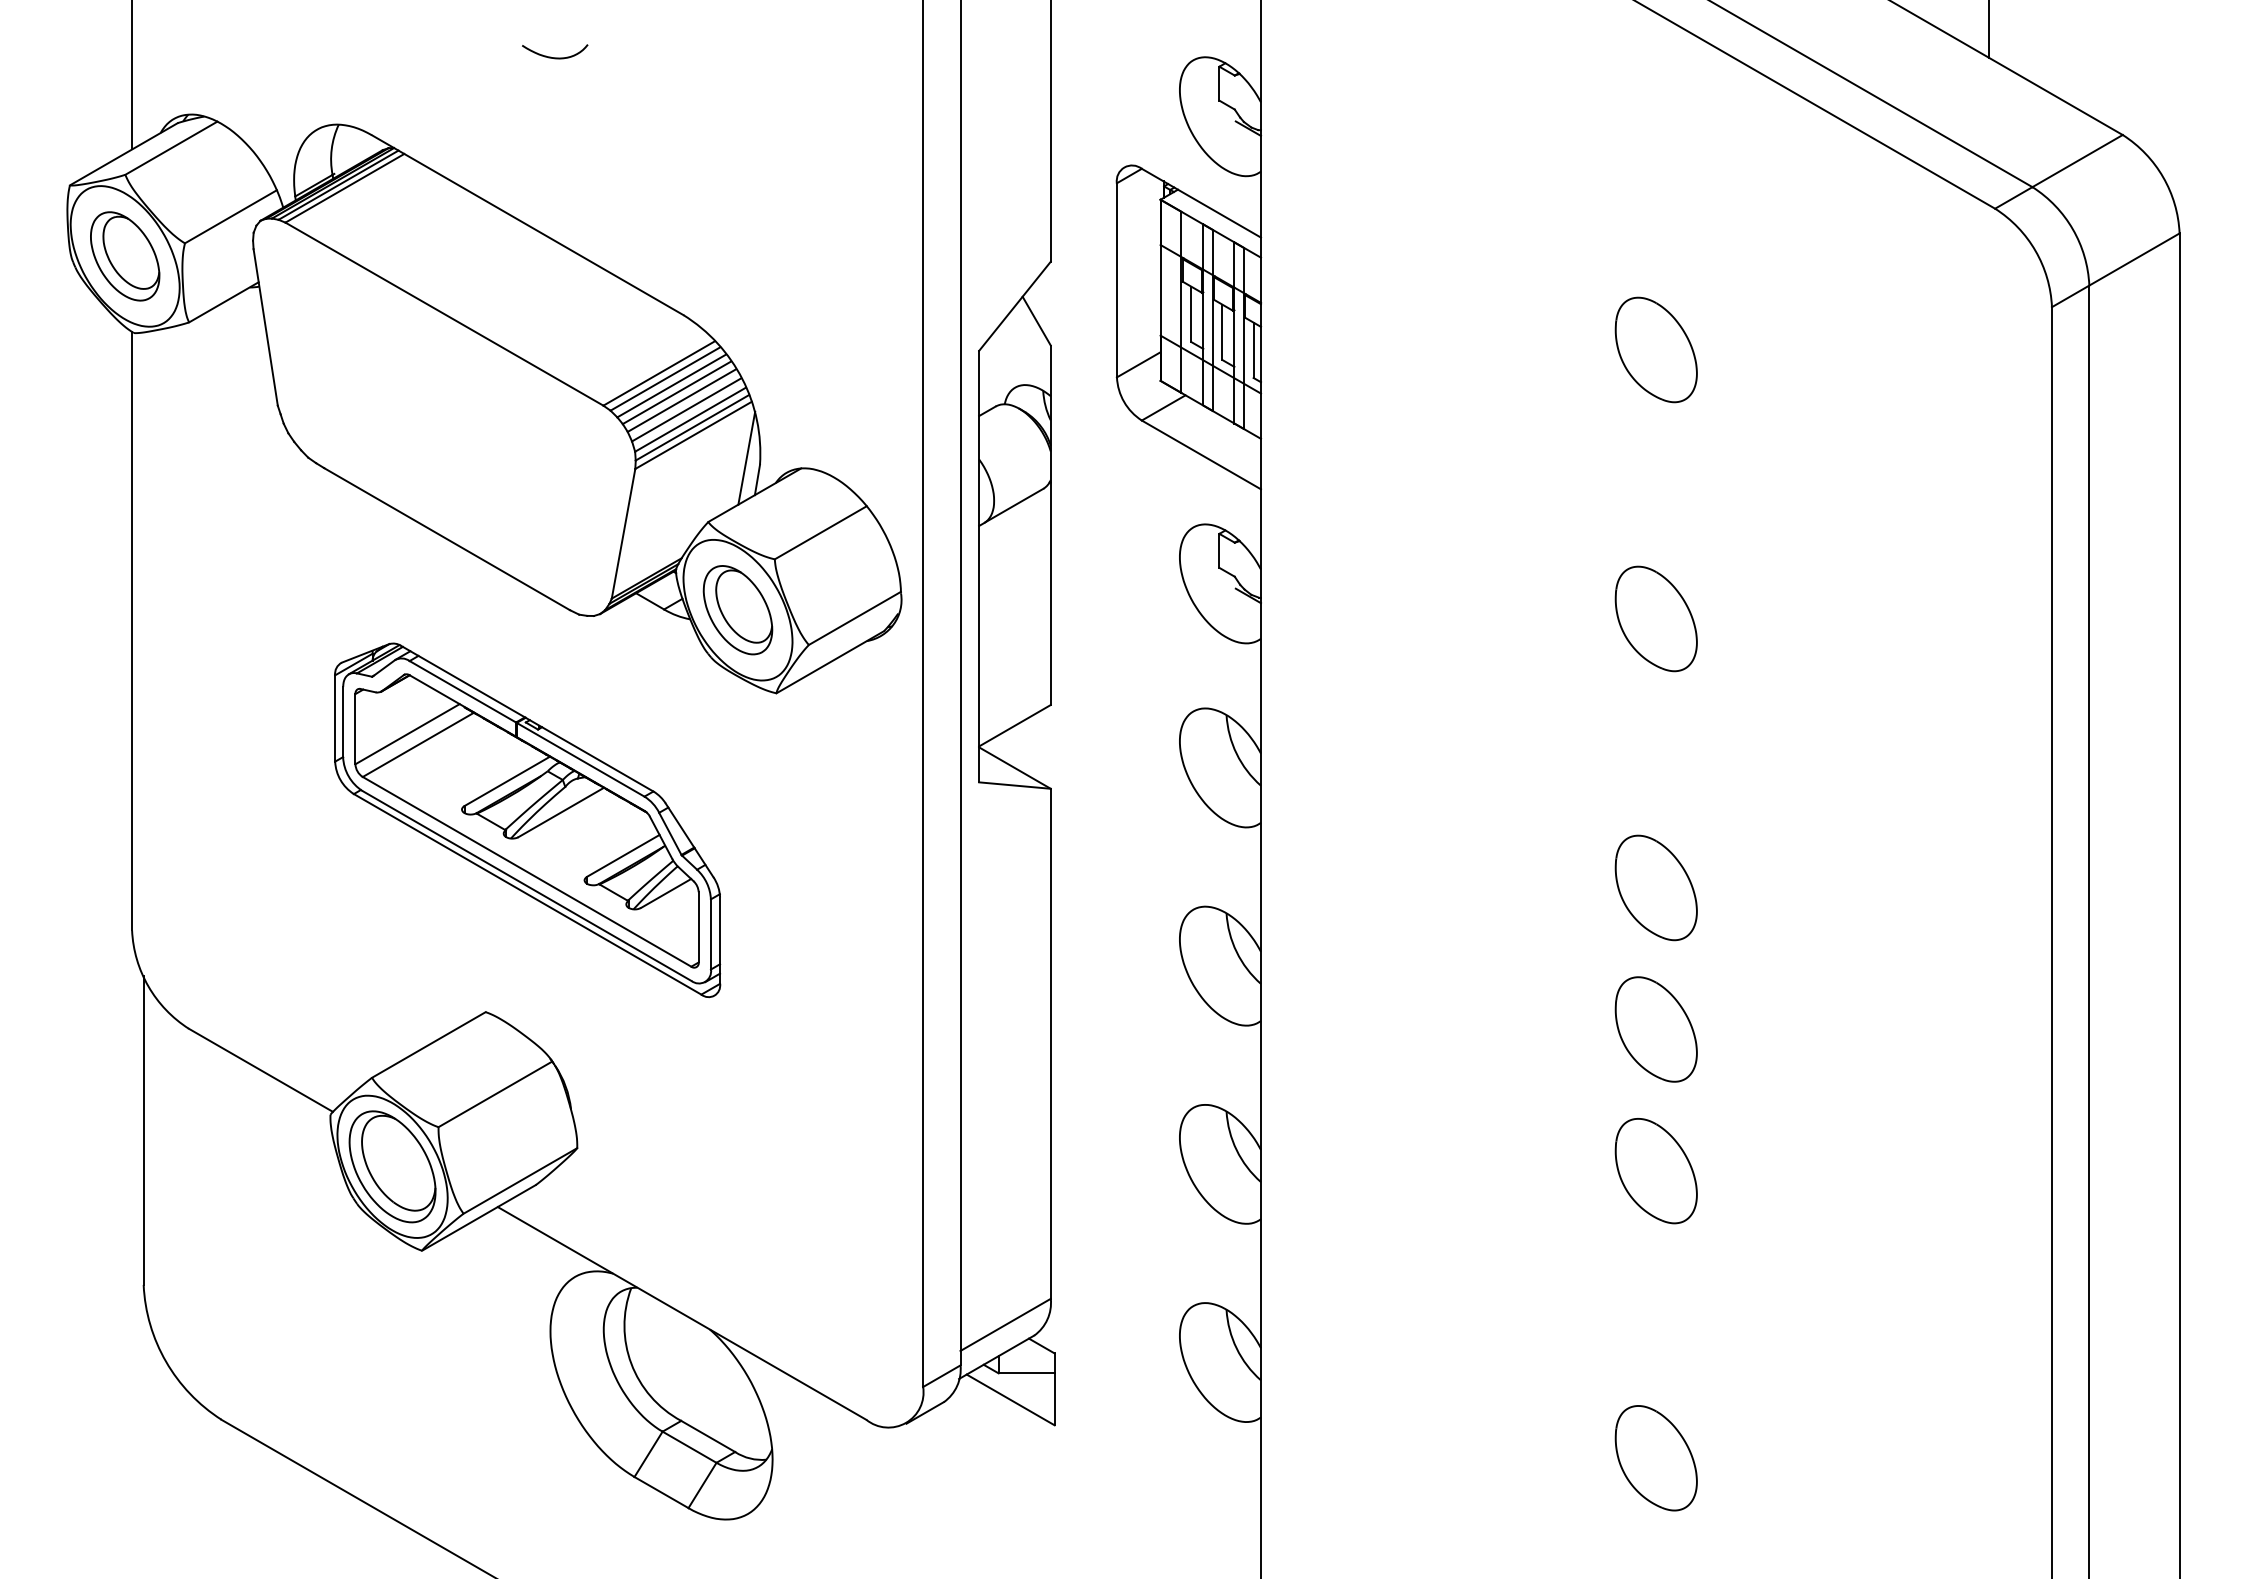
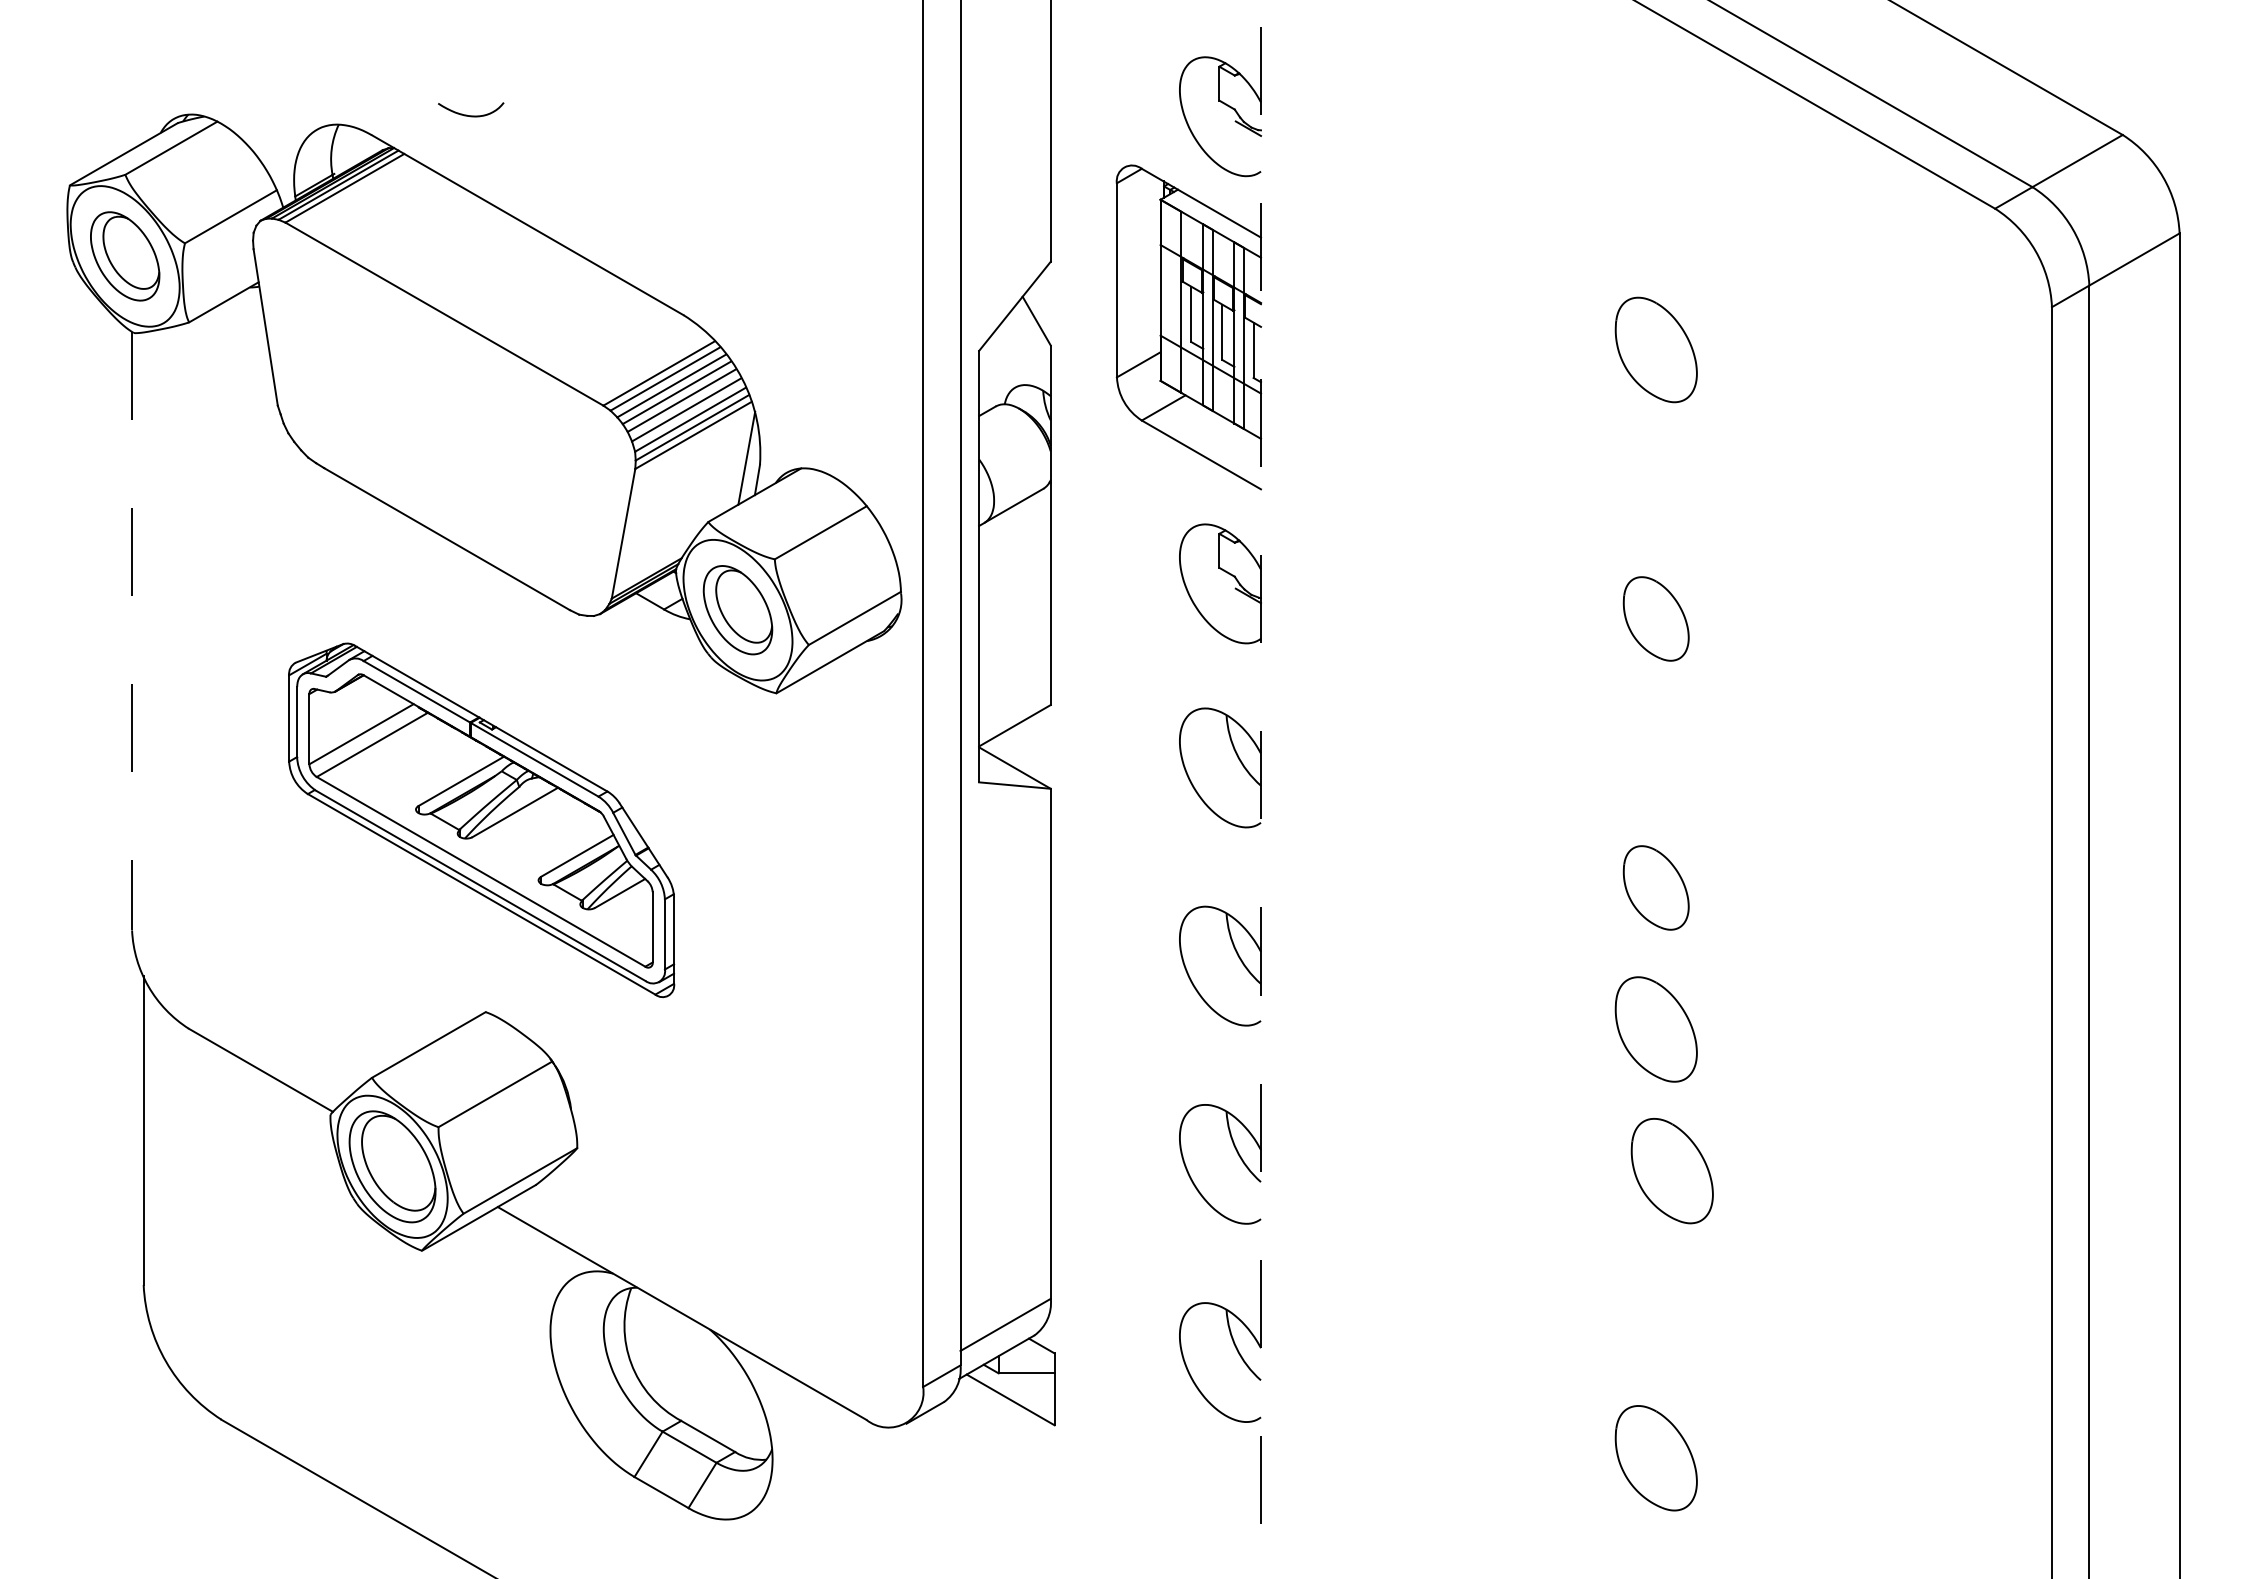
line at (1988, 29): present -> none
curve at (555, 57) position: (555, 57) -> (471, 115)
line at (132, 75): present -> none
part at (1655, 618) size: 84x108 px -> 68x86 px
line at (132, 631): solid -> dashed
line at (1261, 789): solid -> dashed
part at (527, 820) position: (527, 820) -> (481, 820)
part at (1655, 887) size: 84x108 px -> 68x86 px
part at (1655, 1171) position: (1655, 1171) -> (1671, 1171)
